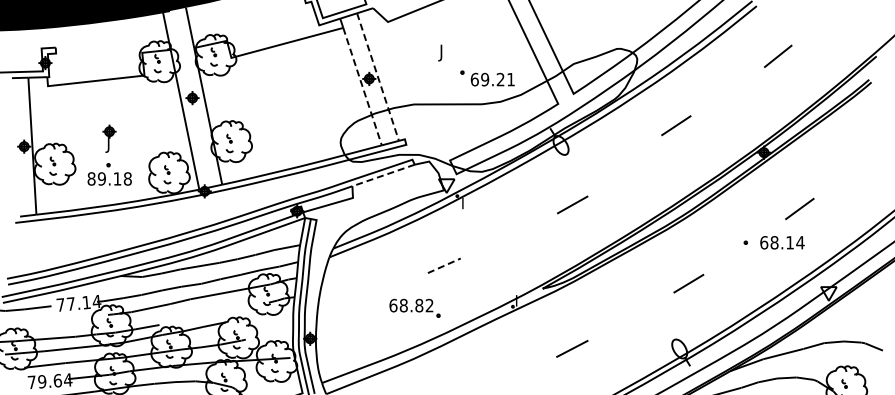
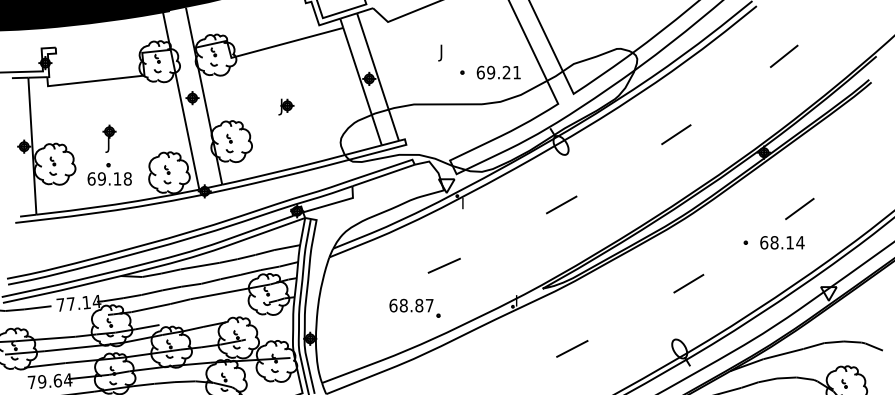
line at (778, 55) position: (778, 55) -> (784, 55)
line at (378, 77): dashed -> solid
text at (492, 79) position: (492, 79) -> (498, 72)
line at (362, 86): dashed -> solid
part at (286, 106): none -> present
line at (676, 125) position: (676, 125) -> (676, 134)
line at (383, 175): dashed -> solid
text at (91, 178): 89.18 -> 69.18
line at (572, 204) position: (572, 204) -> (561, 204)
line at (444, 265): dashed -> solid
text at (429, 305): 68.82 -> 68.87
